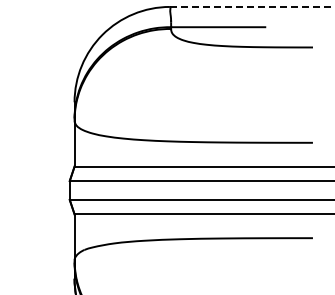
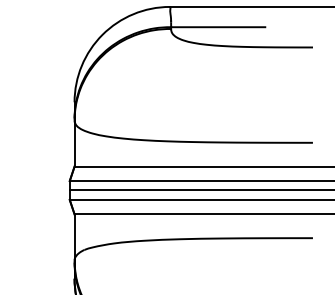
line at (252, 6): dashed -> solid
line at (200, 190): none -> present
